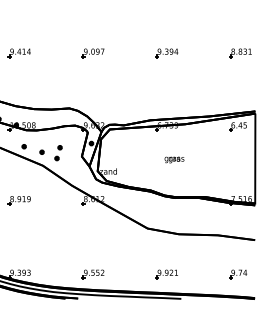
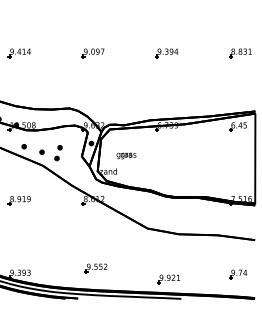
text at (174, 159) position: (174, 159) -> (126, 155)
part at (92, 274) position: (92, 274) -> (95, 268)
part at (166, 274) position: (166, 274) -> (168, 279)
